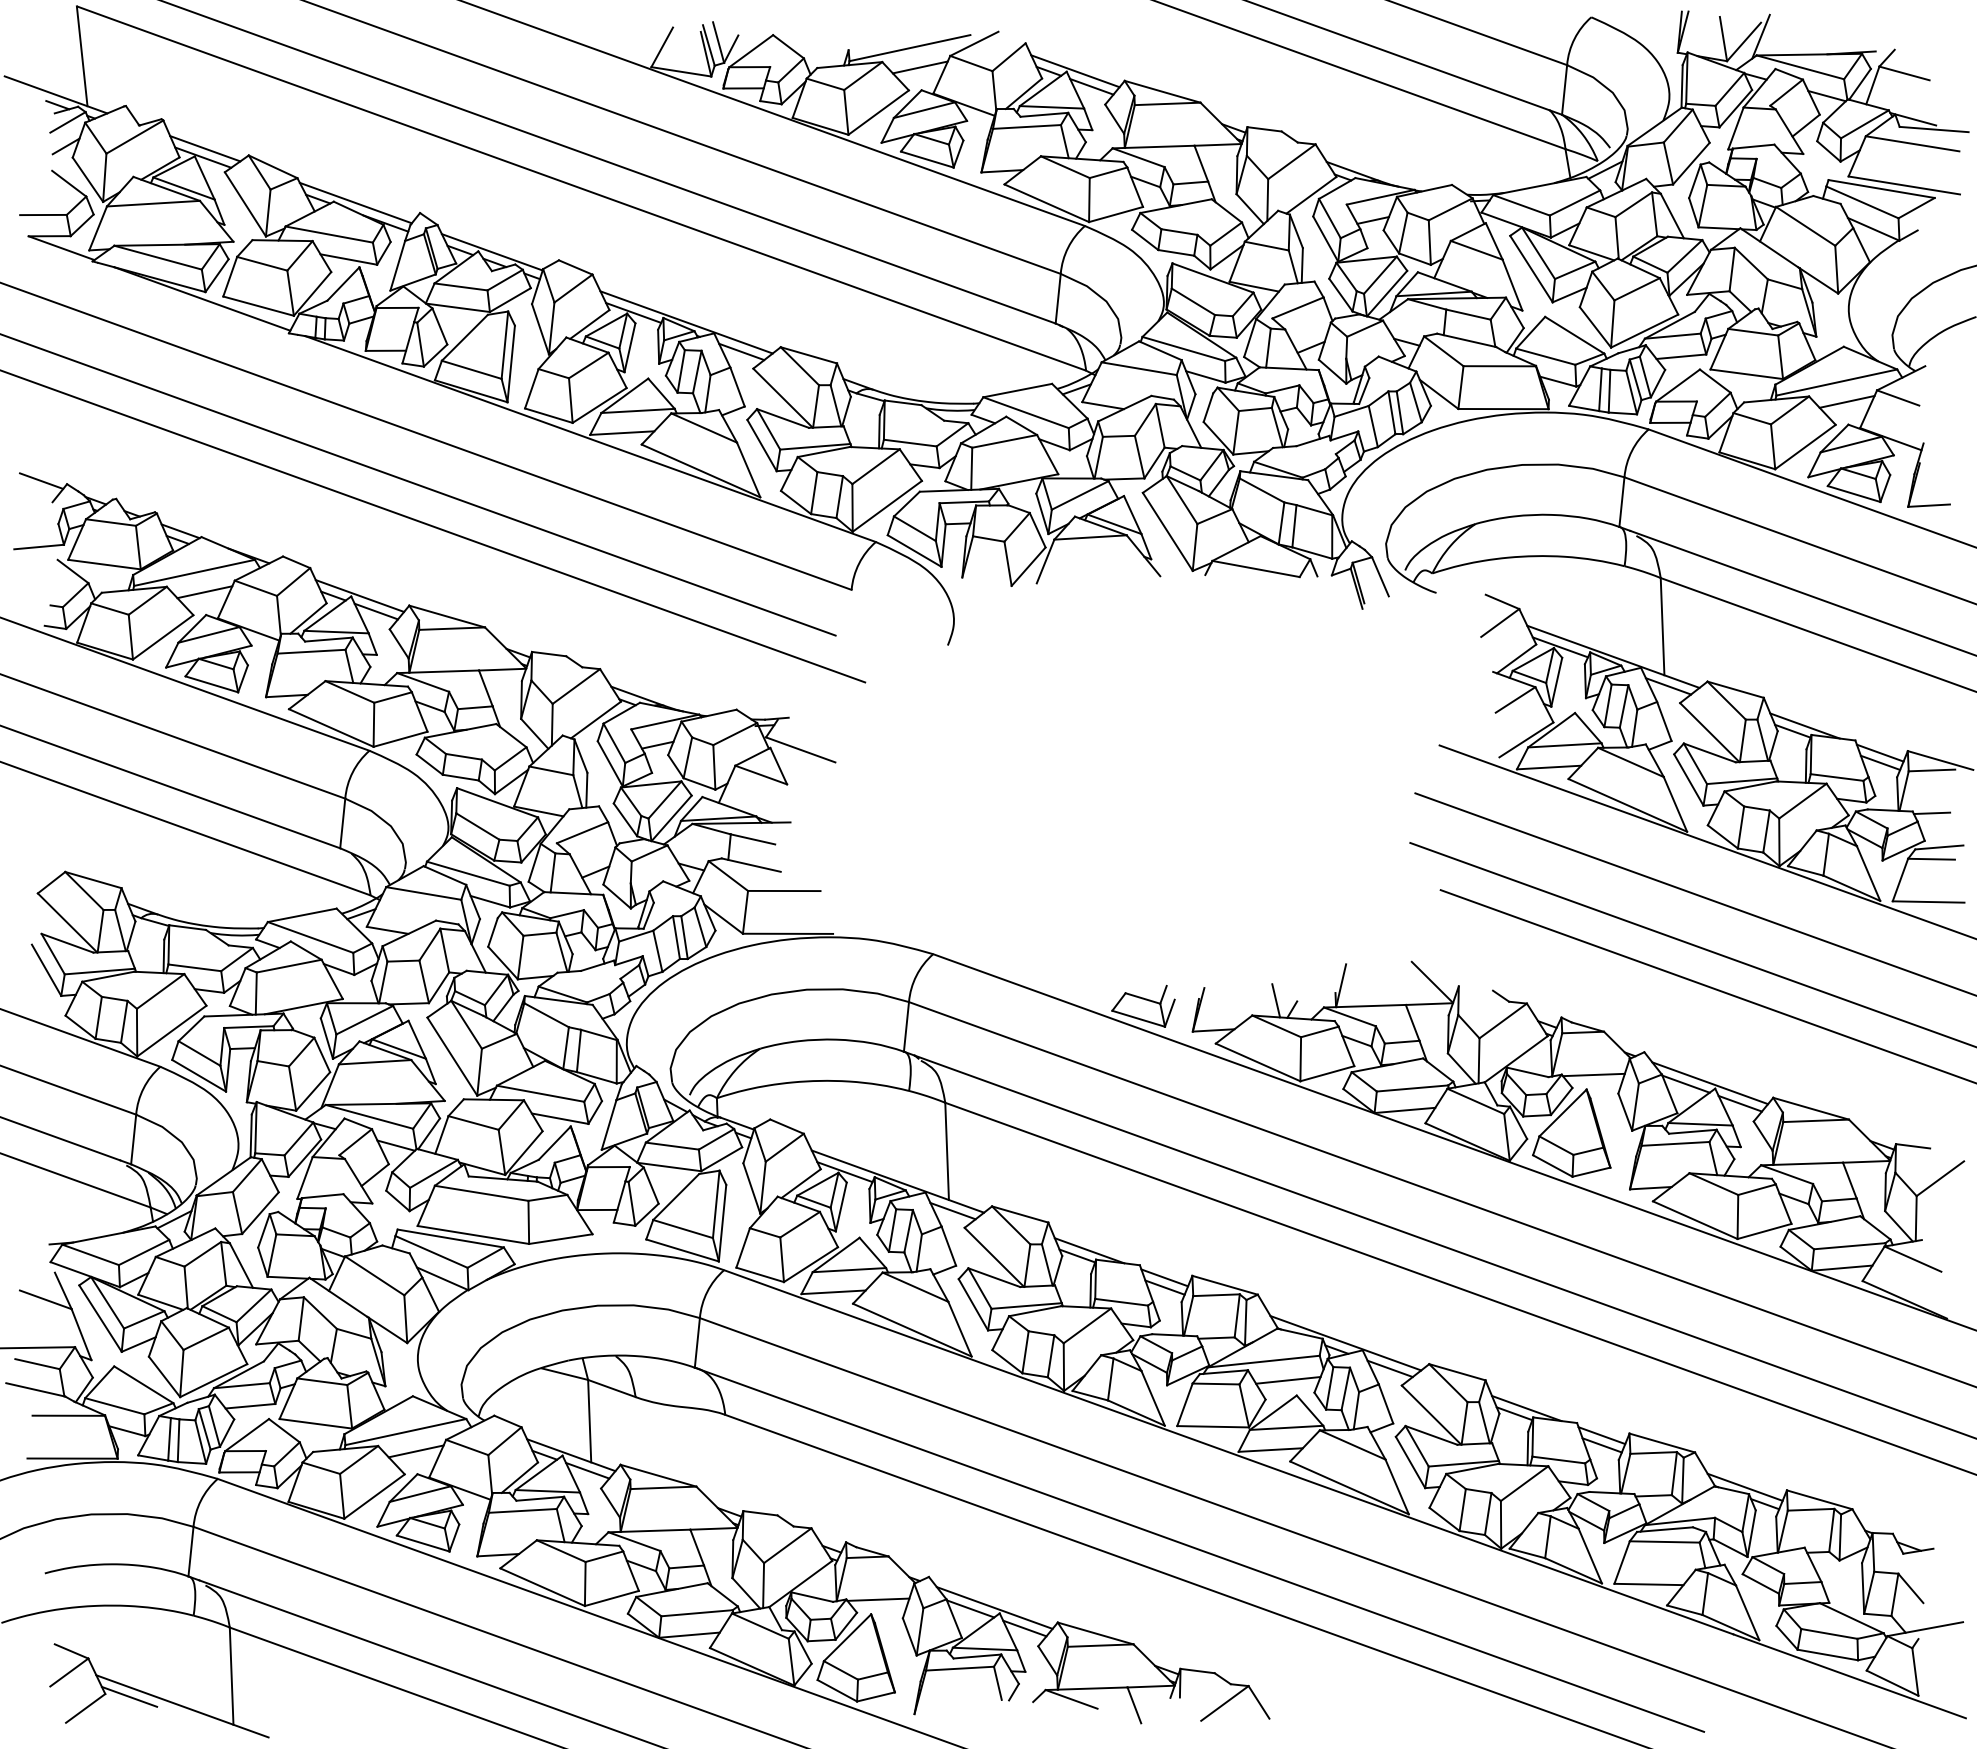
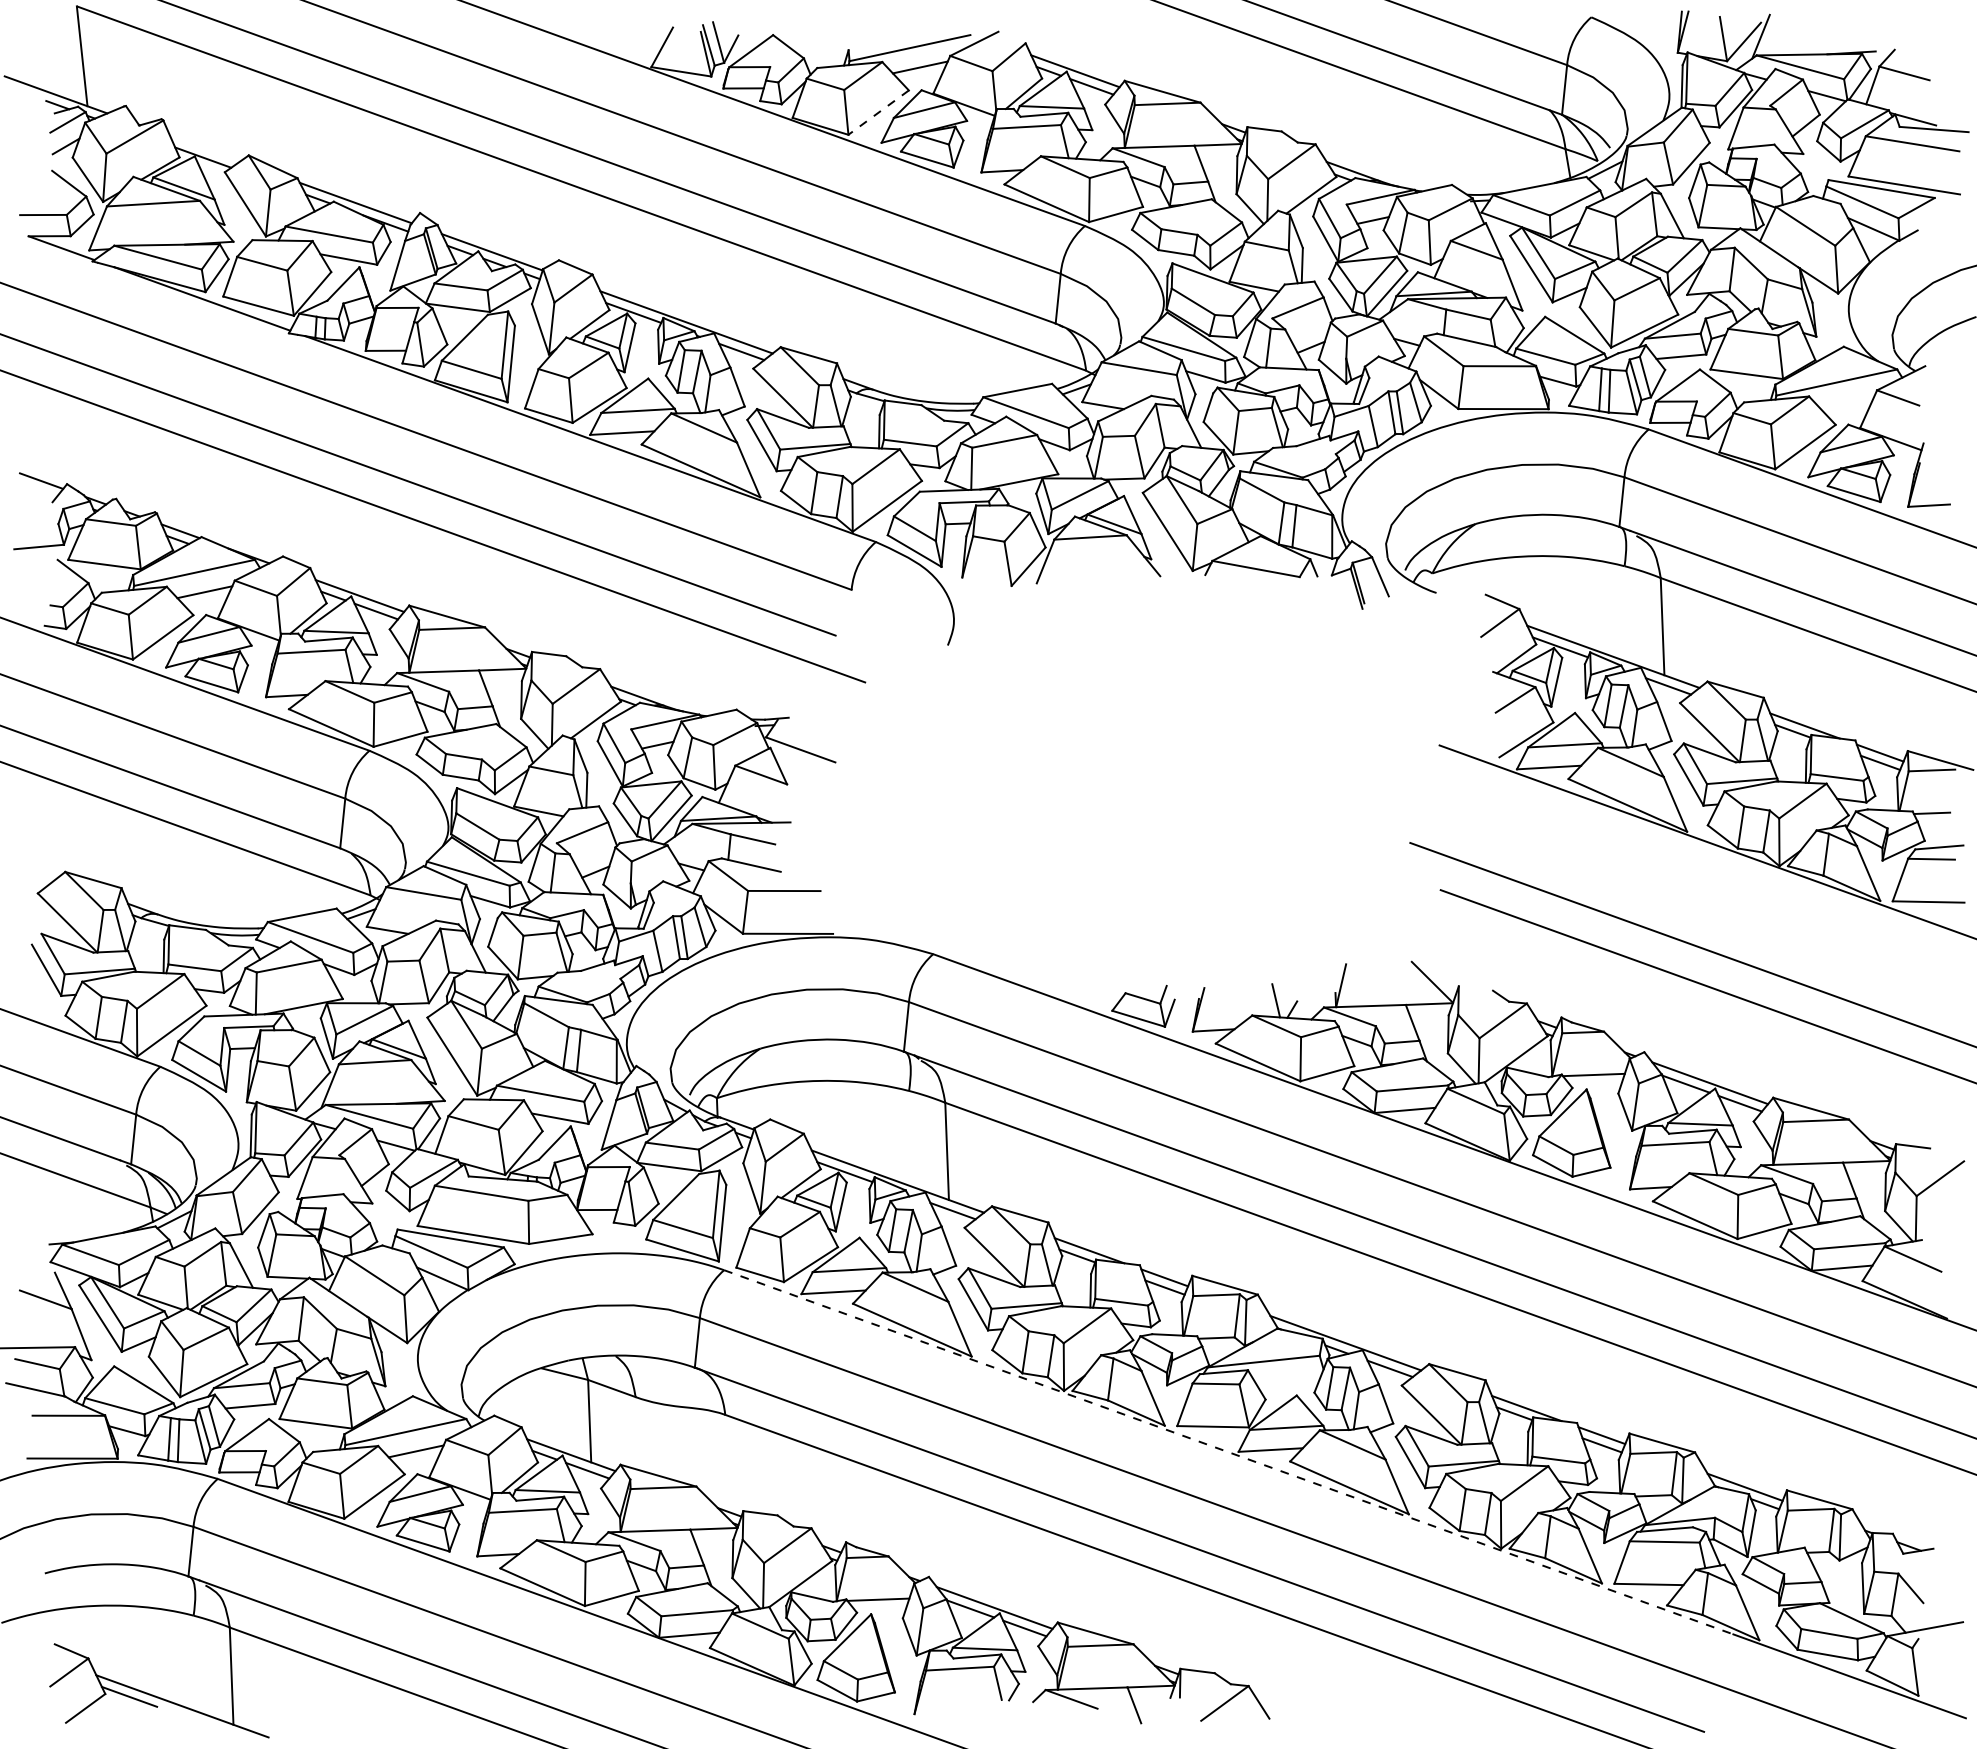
line at (878, 112): solid -> dashed
line at (205, 148): present -> none
line at (1846, 401): present -> none
line at (1694, 893): present -> none
line at (1288, 1380): present -> none
line at (1229, 1452): solid -> dashed
